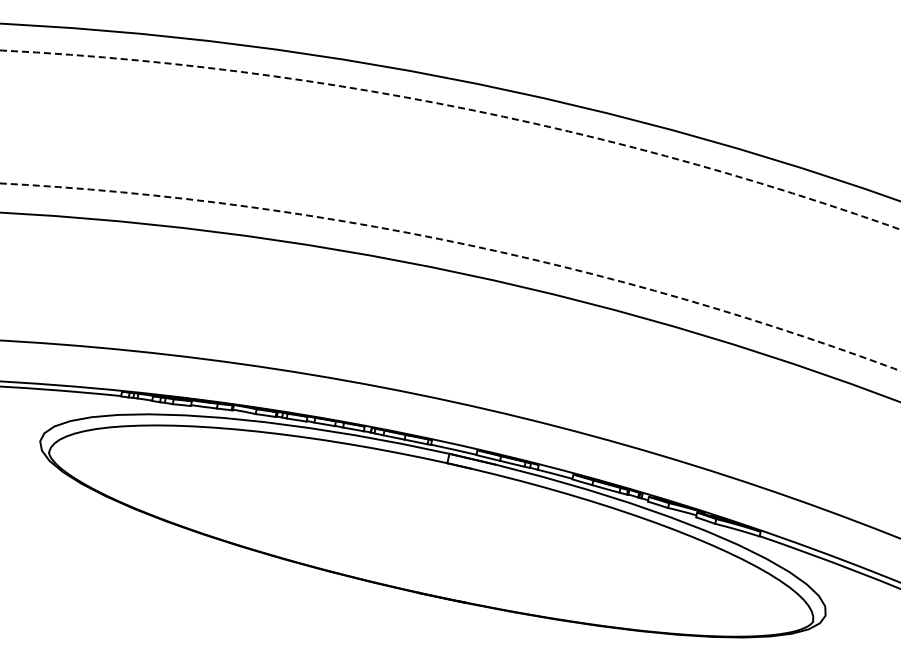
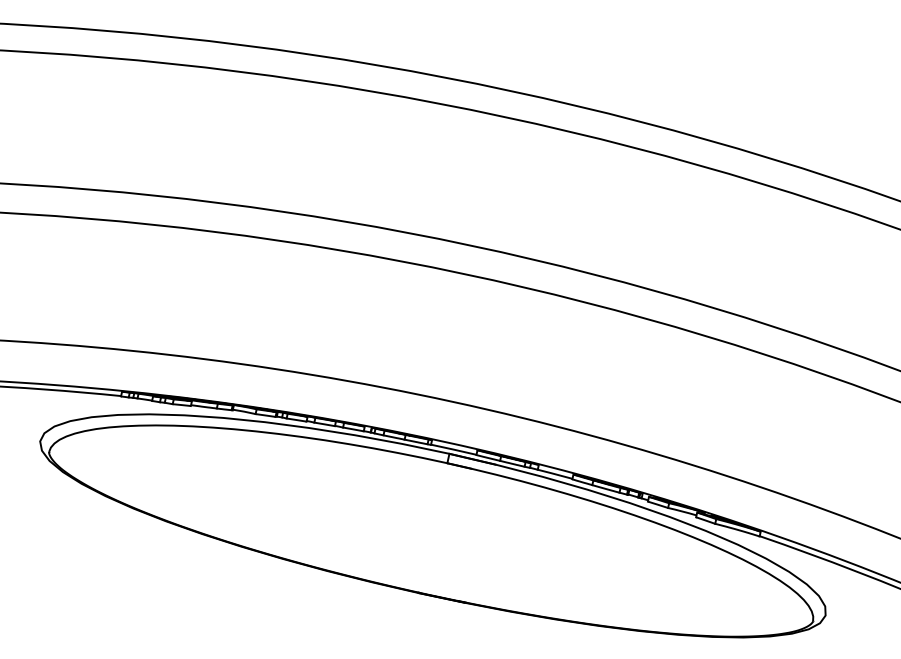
arc at (459, 107): dashed -> solid
arc at (457, 242): dashed -> solid
